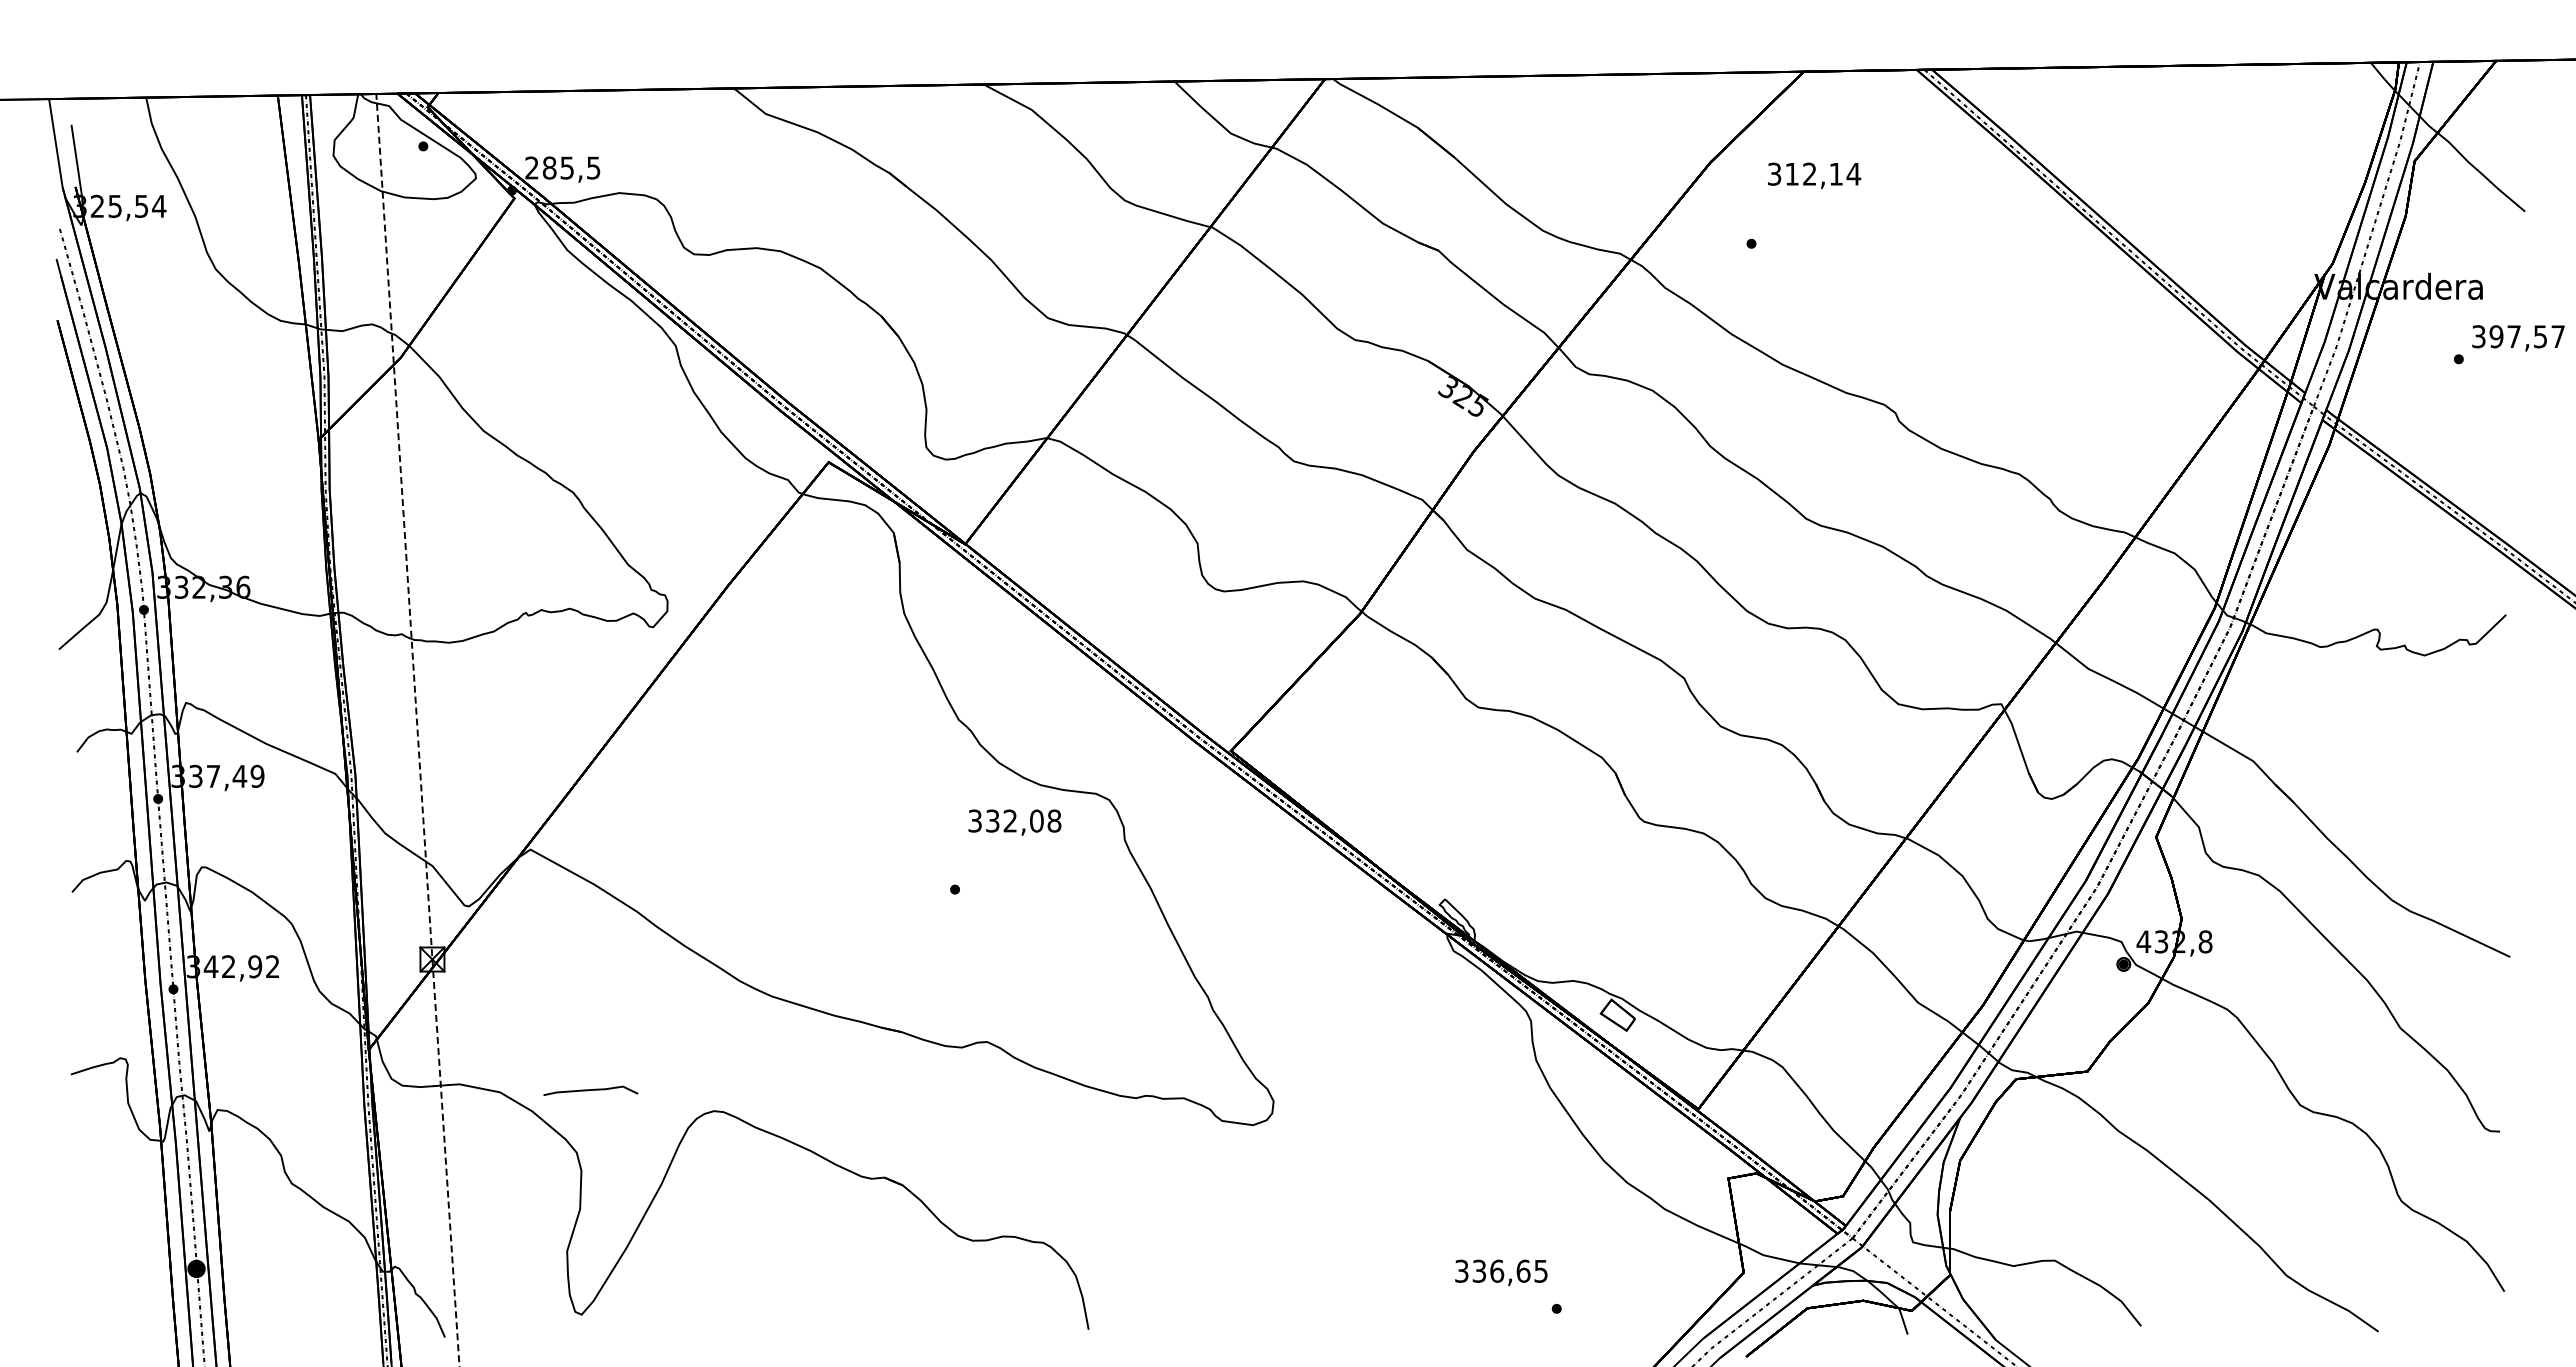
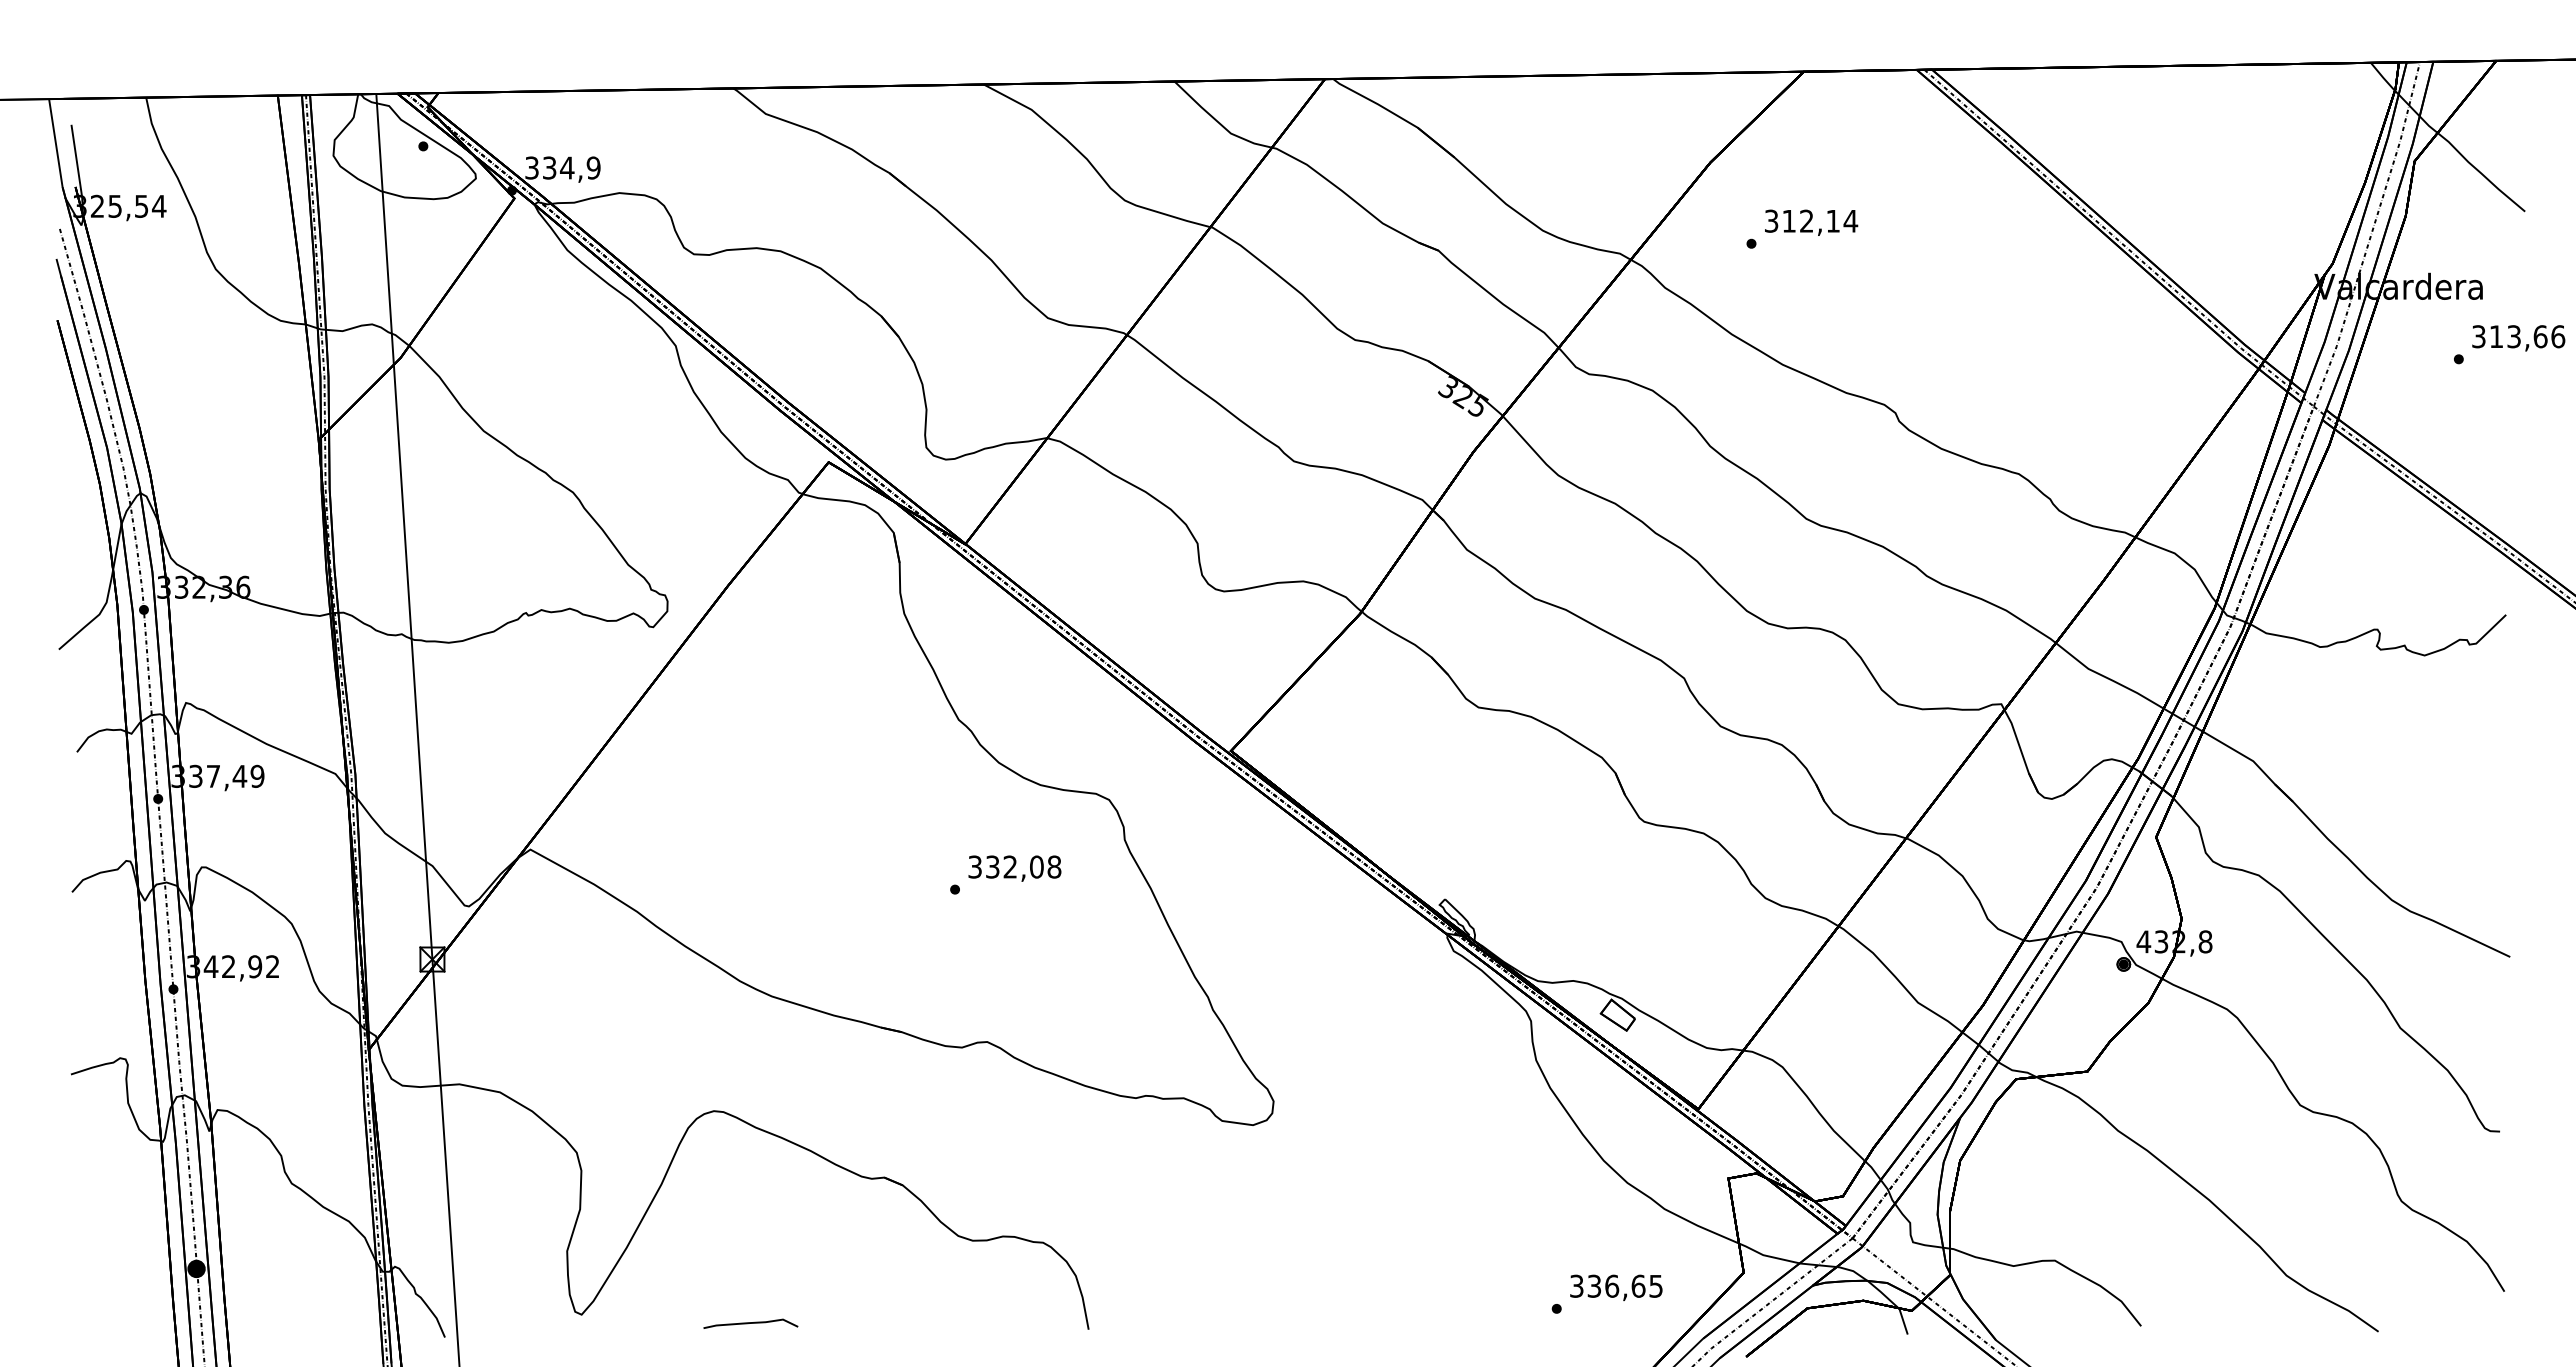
text at (562, 167): 285,5 -> 334,9
text at (1814, 175) position: (1814, 175) -> (1811, 222)
text at (2527, 336): 397,57 -> 313,66
line at (417, 730): dashed -> solid
text at (1014, 822) position: (1014, 822) -> (1014, 868)
curve at (590, 1090) position: (590, 1090) -> (750, 1323)
text at (1501, 1272) position: (1501, 1272) -> (1616, 1287)
